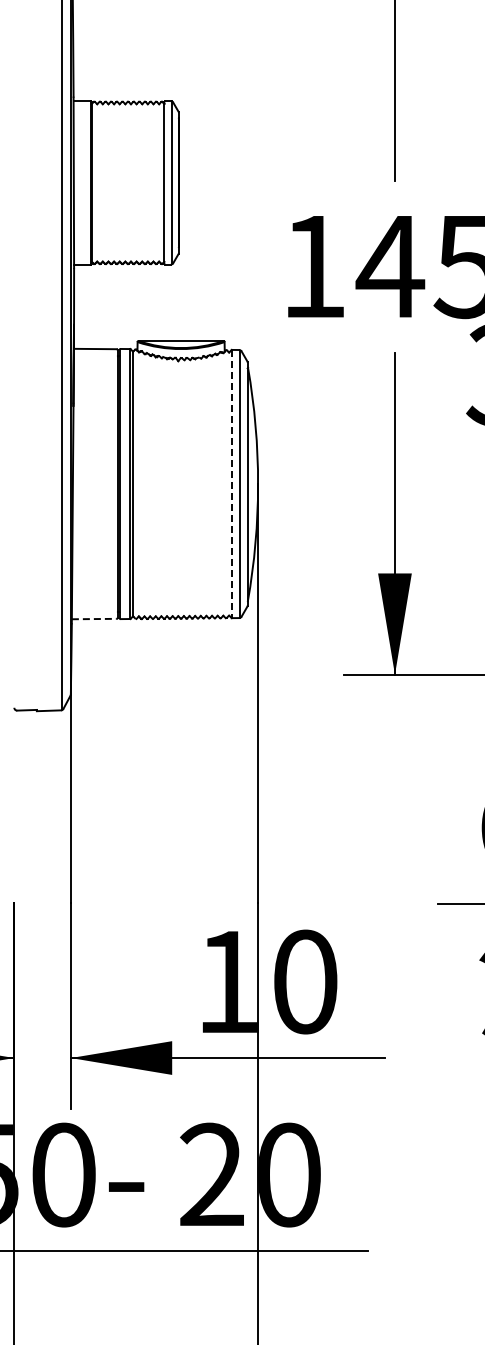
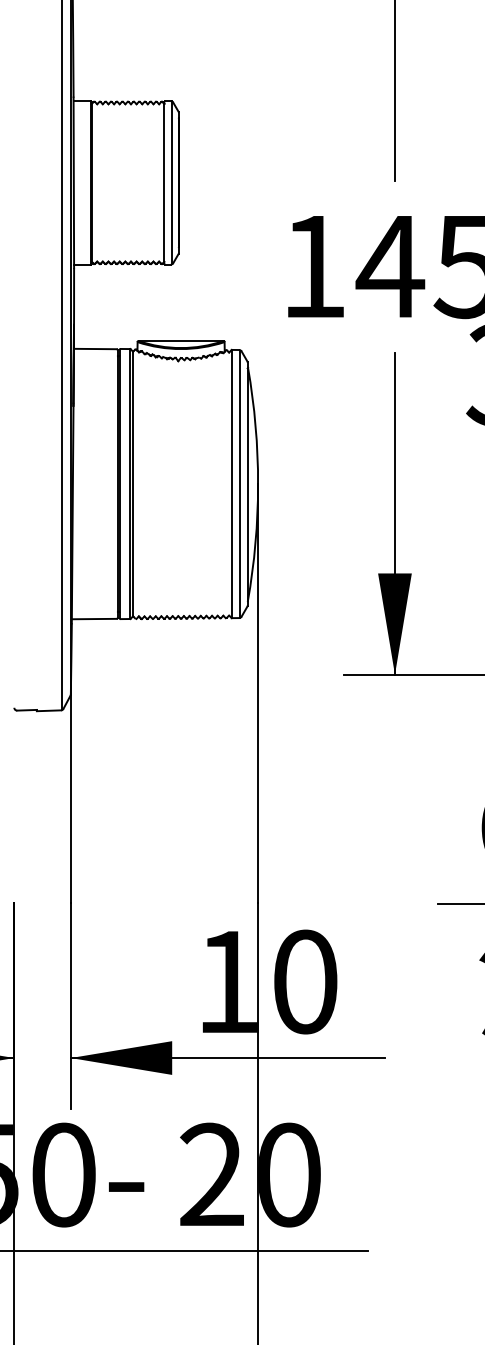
line at (231, 484): dashed -> solid
line at (94, 619): dashed -> solid
